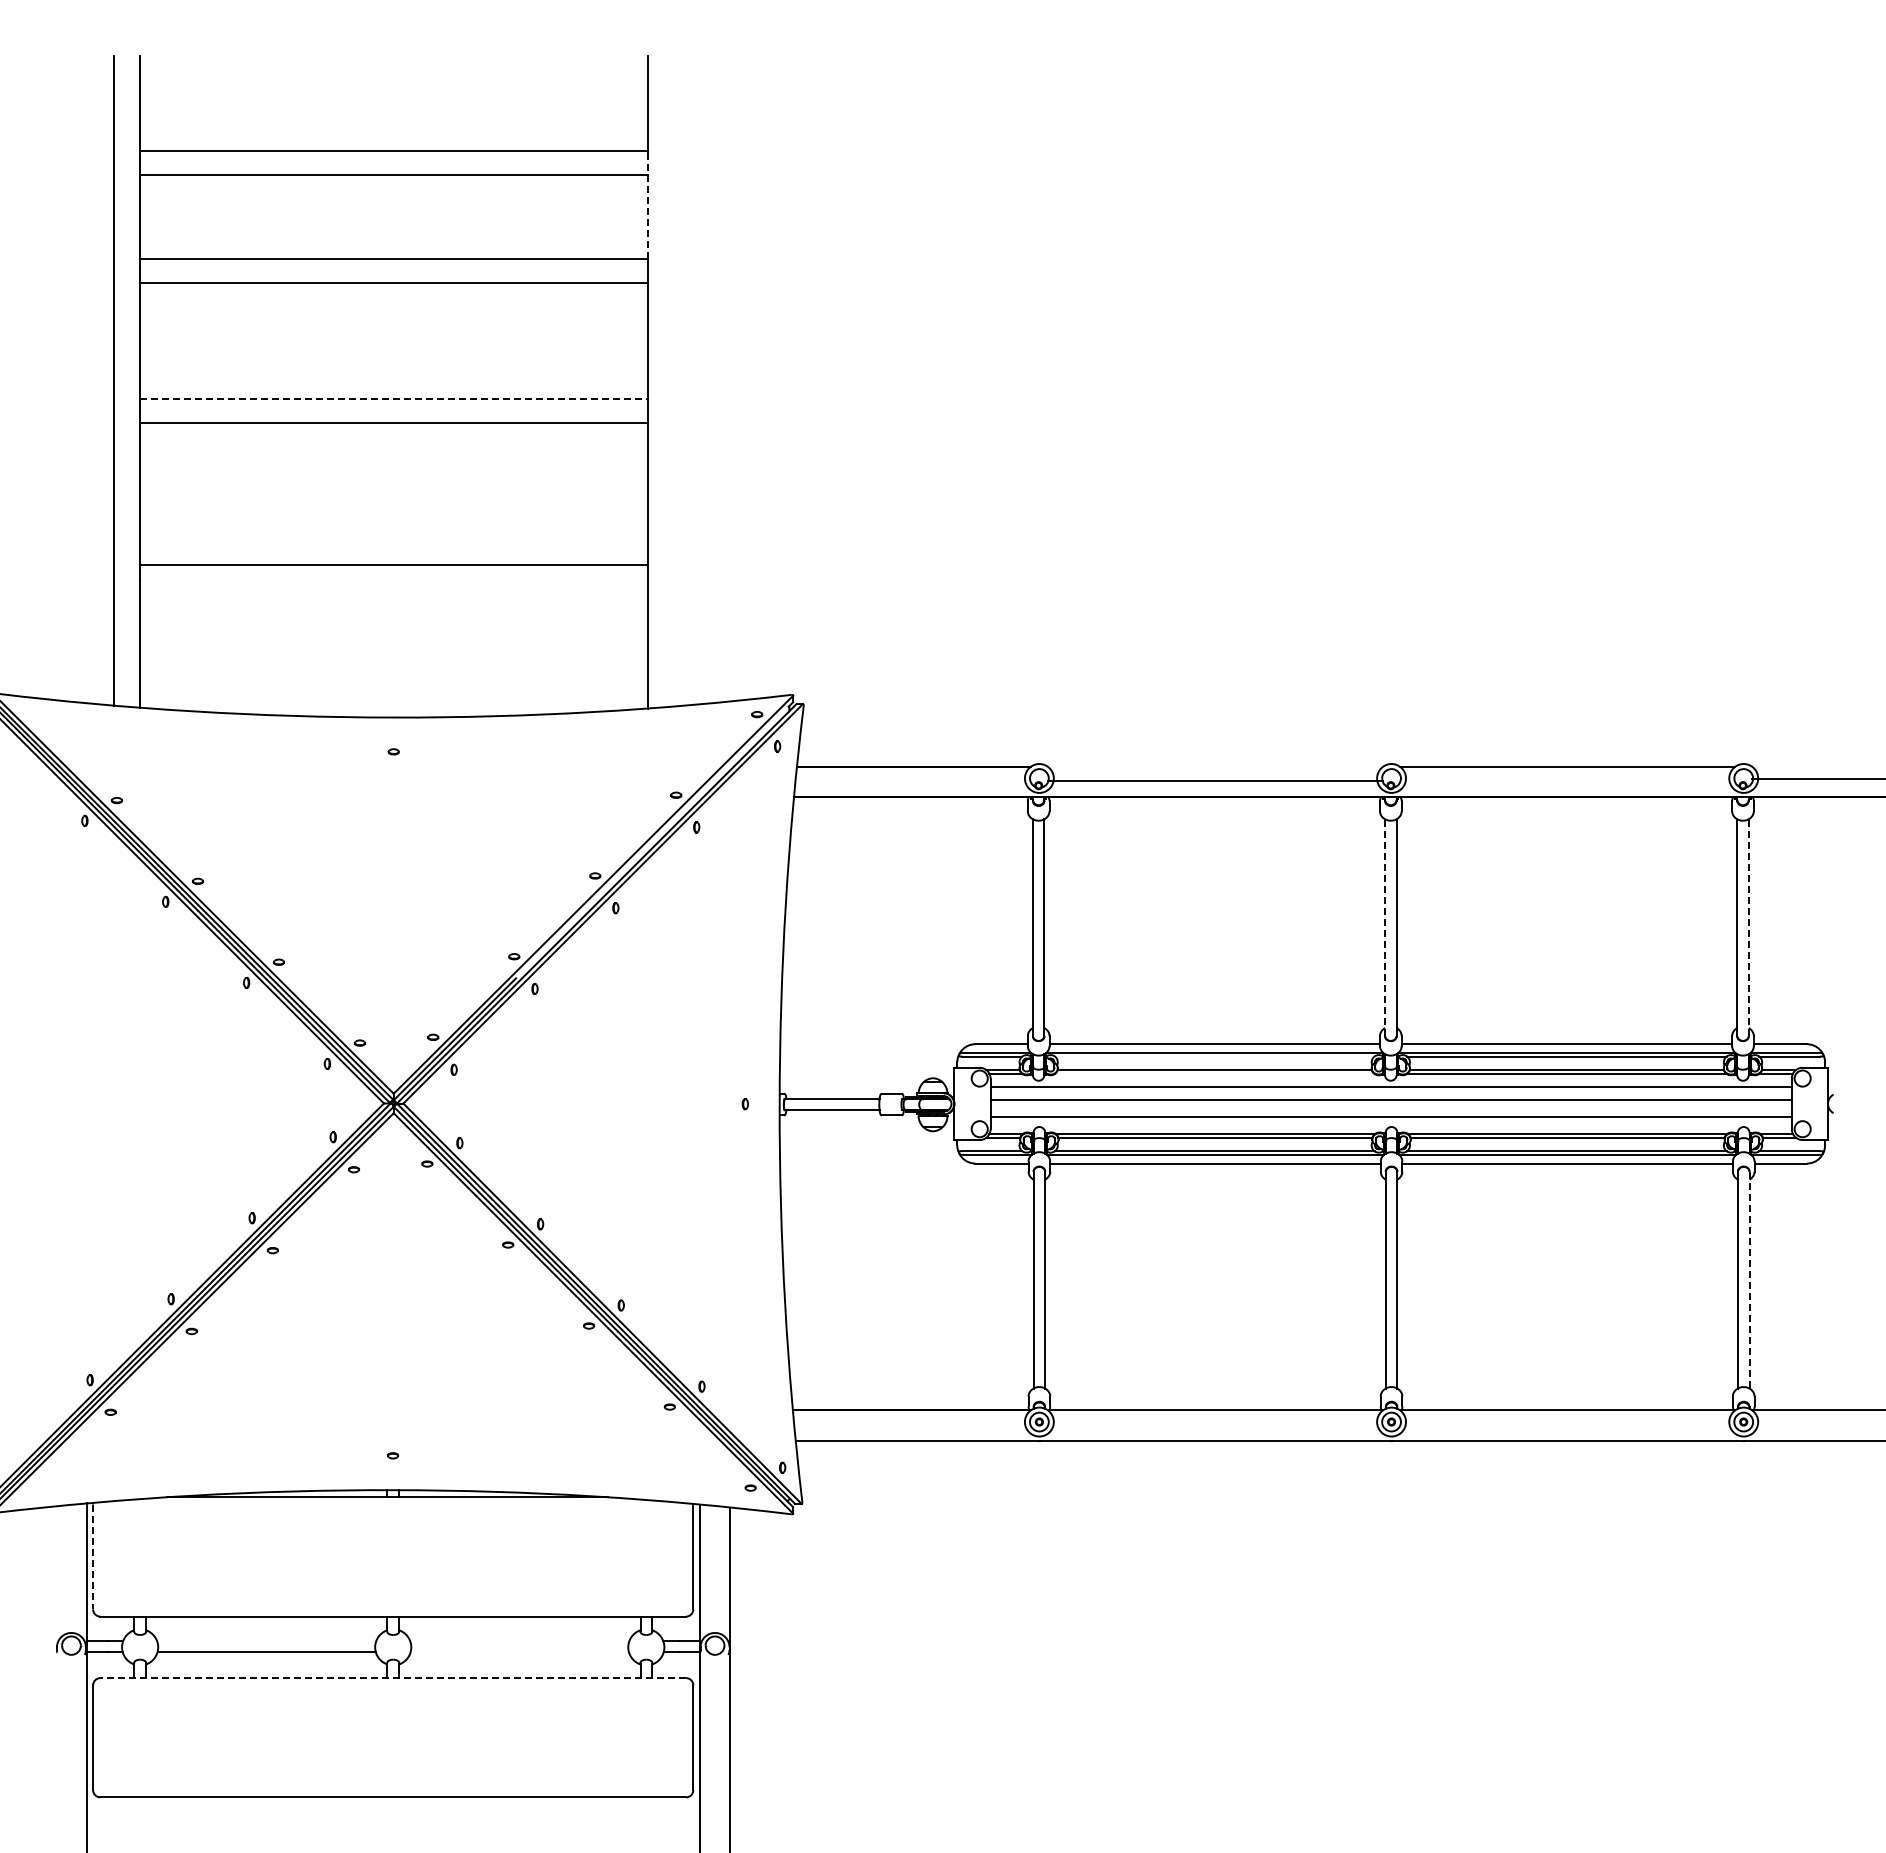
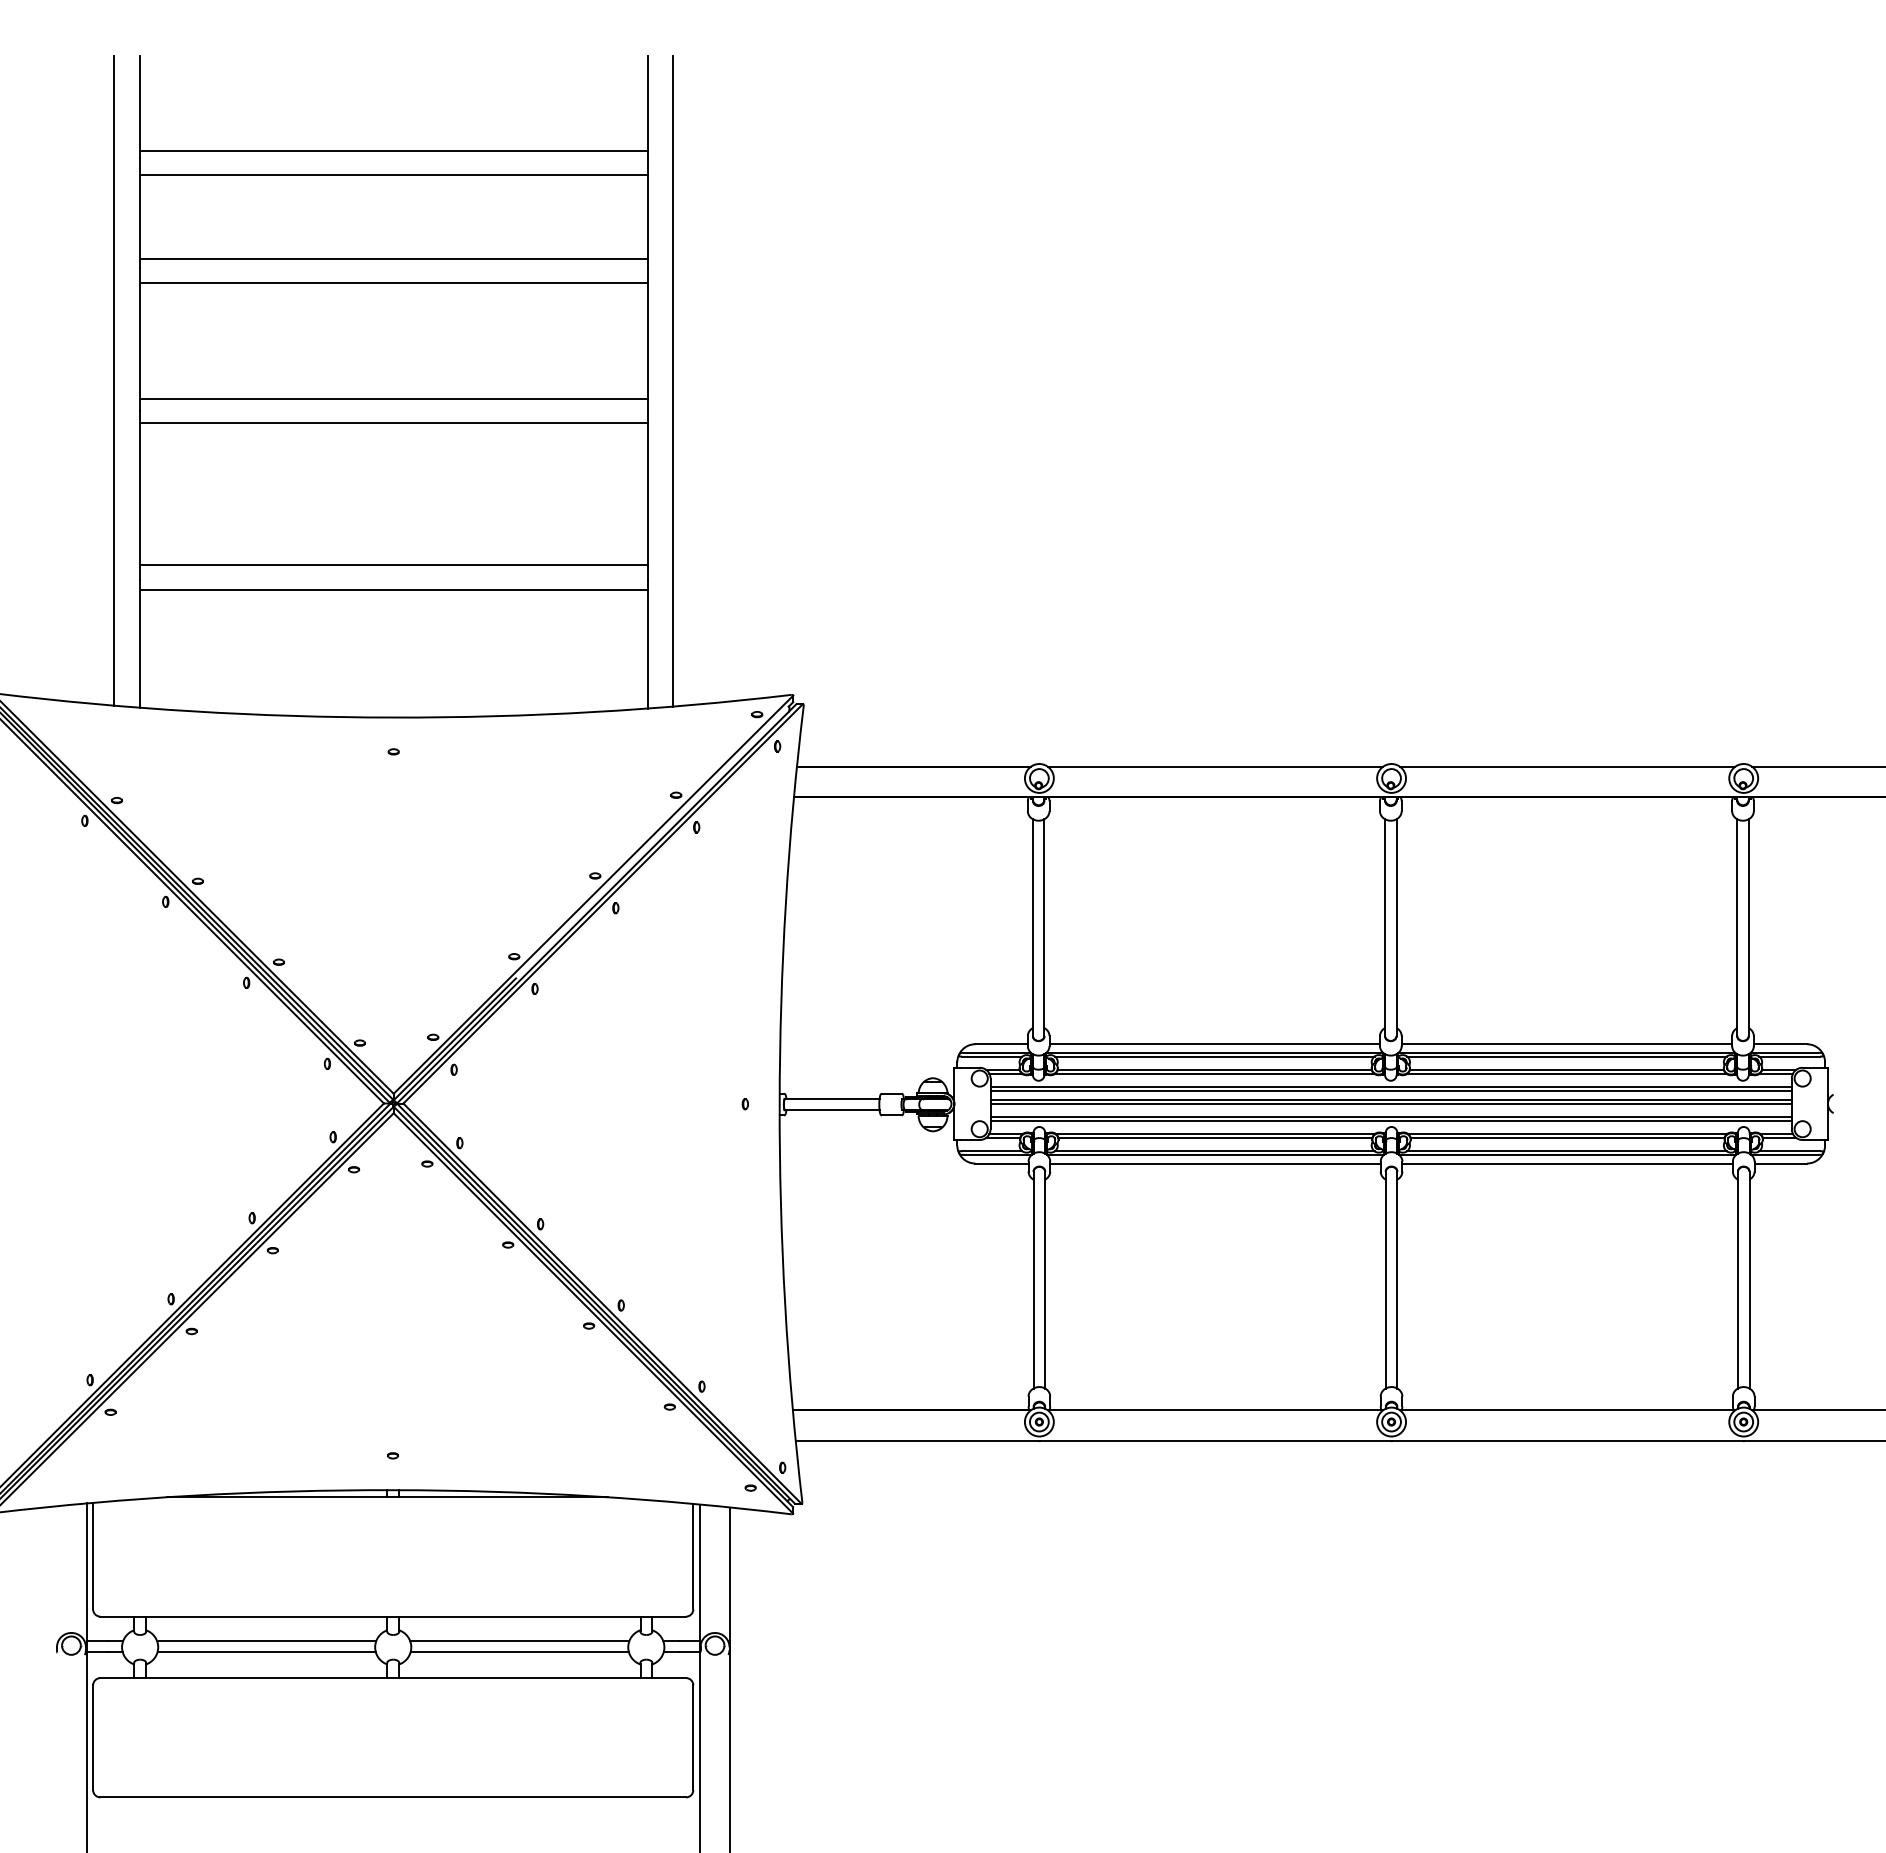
line at (648, 208): dashed -> solid
line at (673, 380): none -> present
line at (394, 398): dashed -> solid
line at (393, 589): none -> present
line at (1817, 778) position: (1817, 778) -> (1817, 766)
line at (1215, 780) position: (1215, 780) -> (1215, 766)
line at (1385, 927): dashed -> solid
line at (1748, 927): dashed -> solid
line at (1214, 1056): none -> present
line at (1214, 1073): none -> present
line at (1390, 1090): none -> present
line at (1390, 1103): none -> present
line at (1390, 1120): none -> present
line at (1749, 1280): dashed -> solid
line at (93, 1557): dashed -> solid
line at (266, 1640): none -> present
line at (519, 1640): none -> present
line at (519, 1652): none -> present
line at (393, 1678): dashed -> solid
